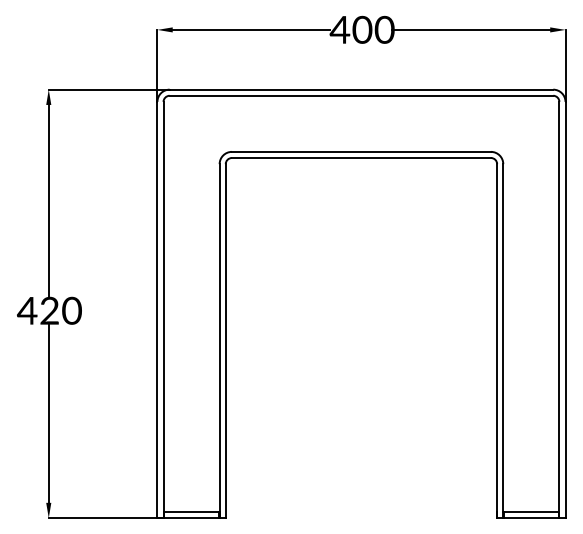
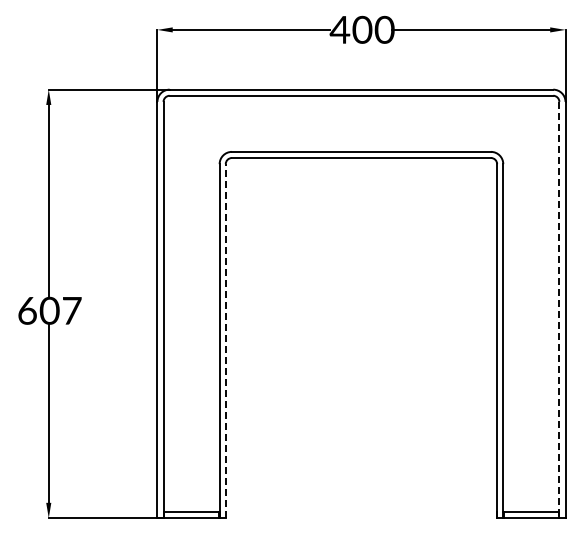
text at (49, 310): 420 -> 607
line at (559, 310): solid -> dashed
line at (225, 340): solid -> dashed
